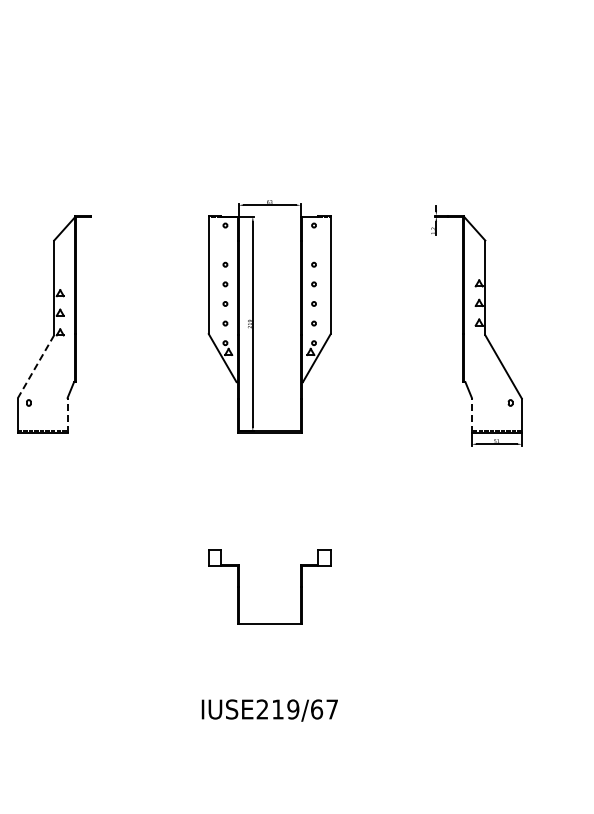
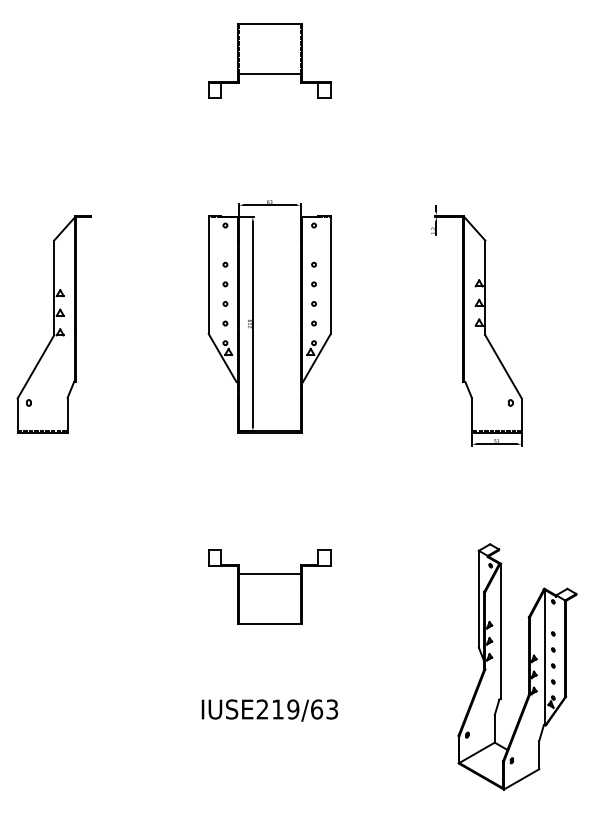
part at (269, 60): none -> present
line at (35, 366): dashed -> solid
line at (67, 414): dashed -> solid
line at (471, 414): dashed -> solid
line at (269, 573): none -> present
part at (528, 666): none -> present
text at (332, 709): IUSE219/67 -> IUSE219/63
